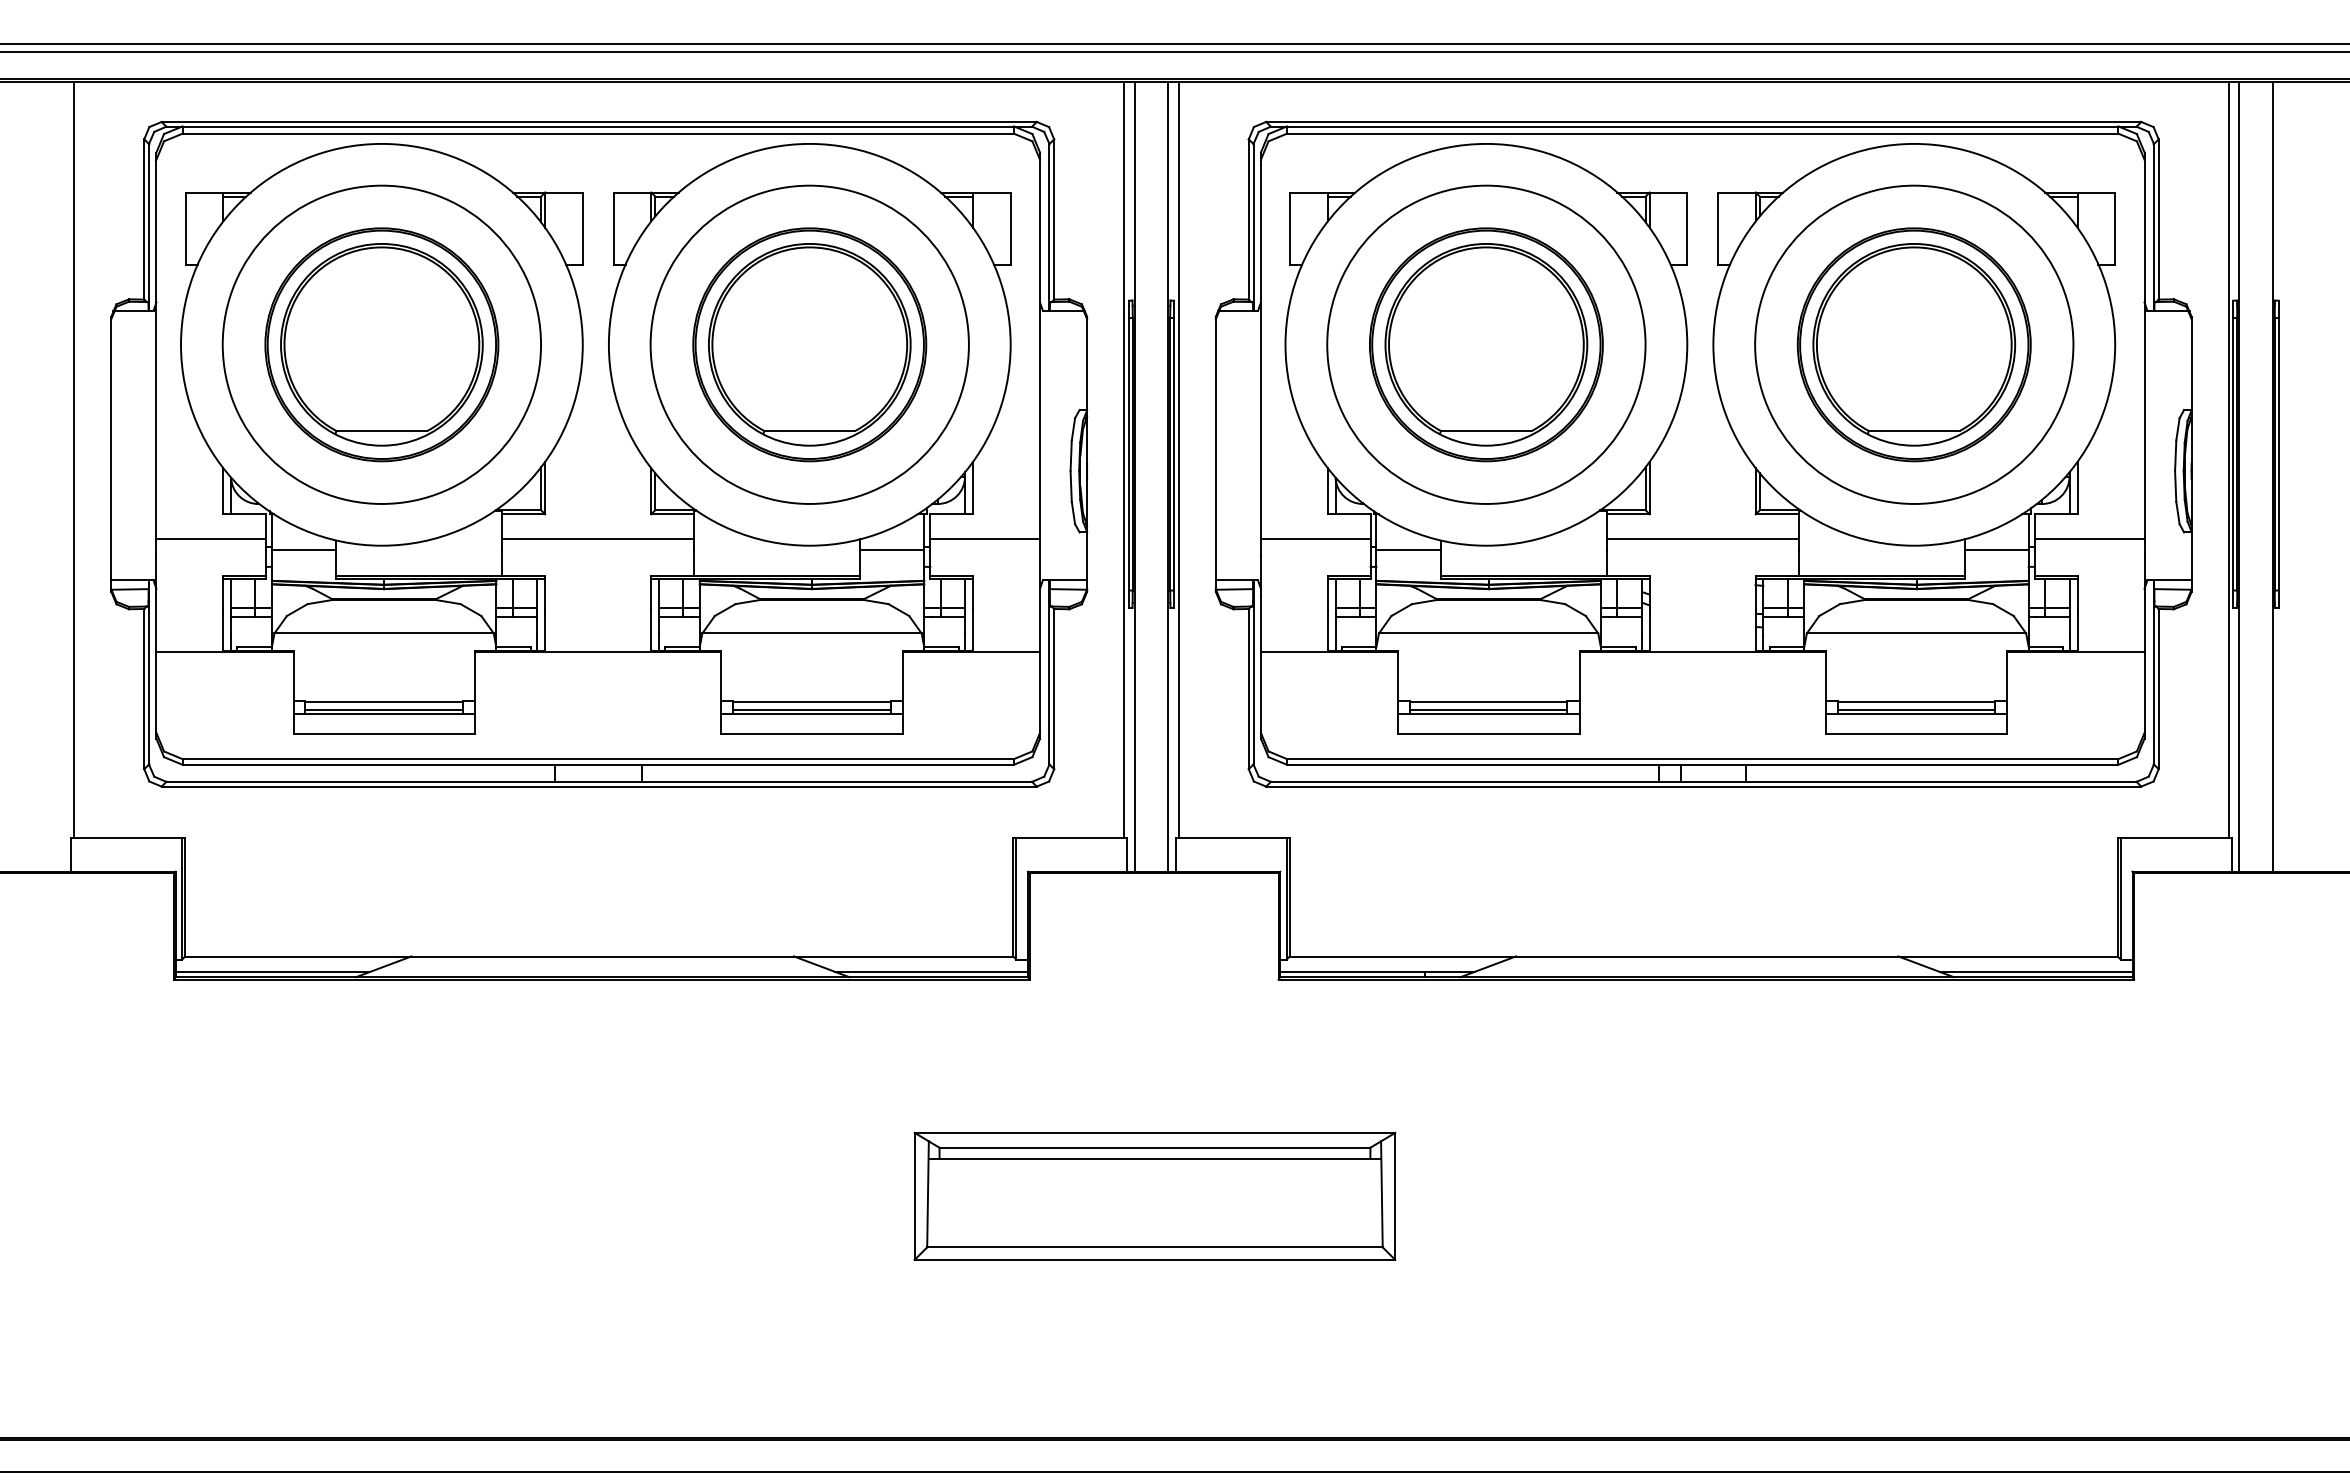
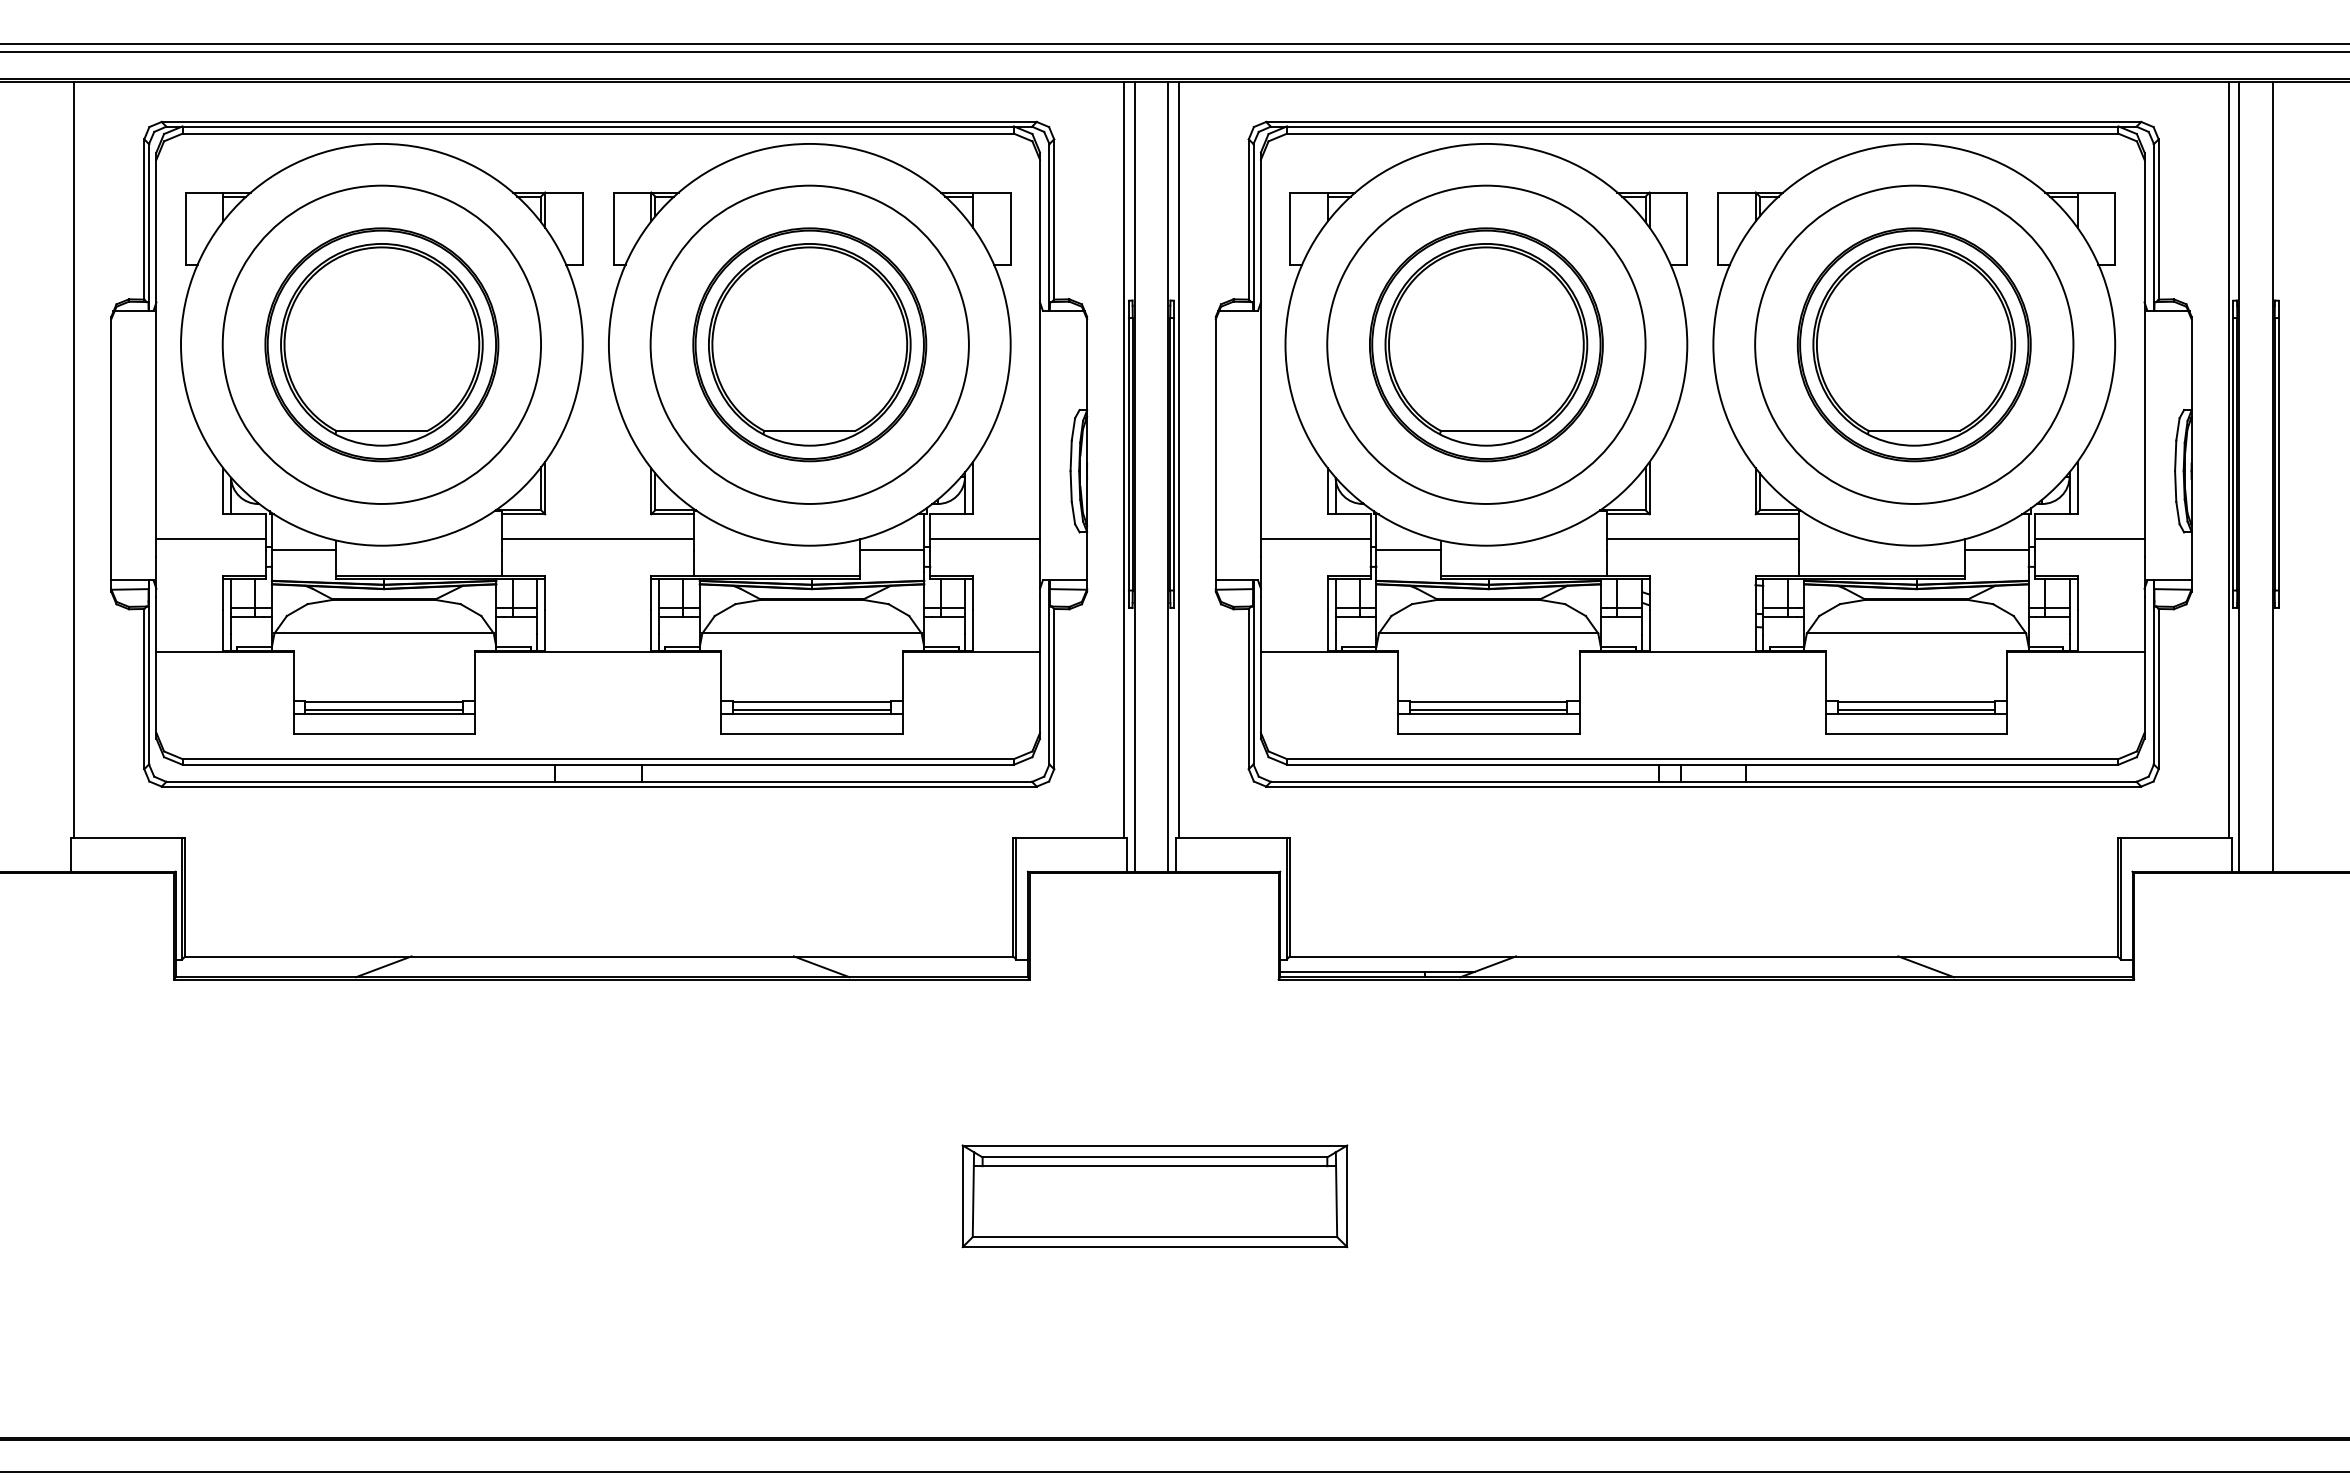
line at (272, 971): present -> none
line at (931, 971): present -> none
line at (2035, 971): present -> none
part at (1154, 1195) size: 484x130 px -> 388x105 px
